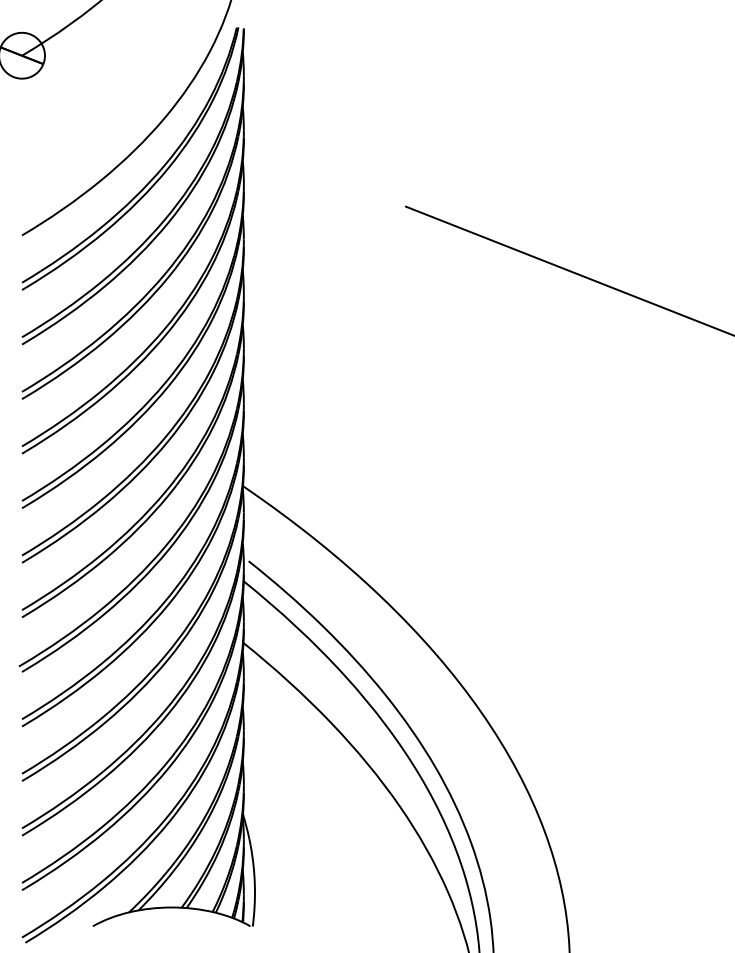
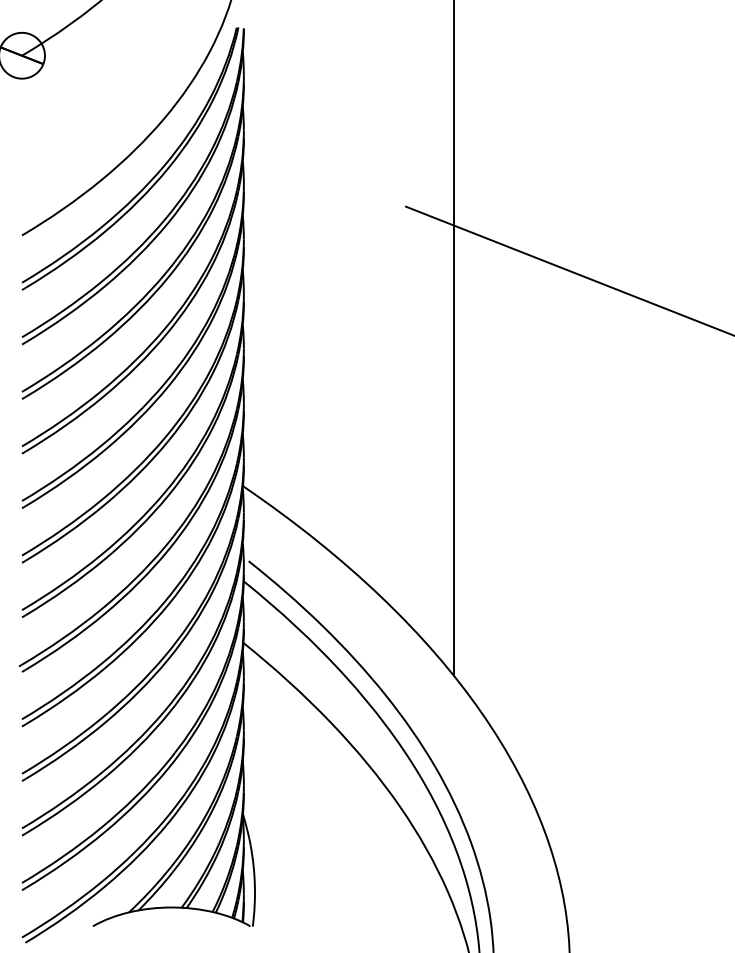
line at (453, 338): none -> present
